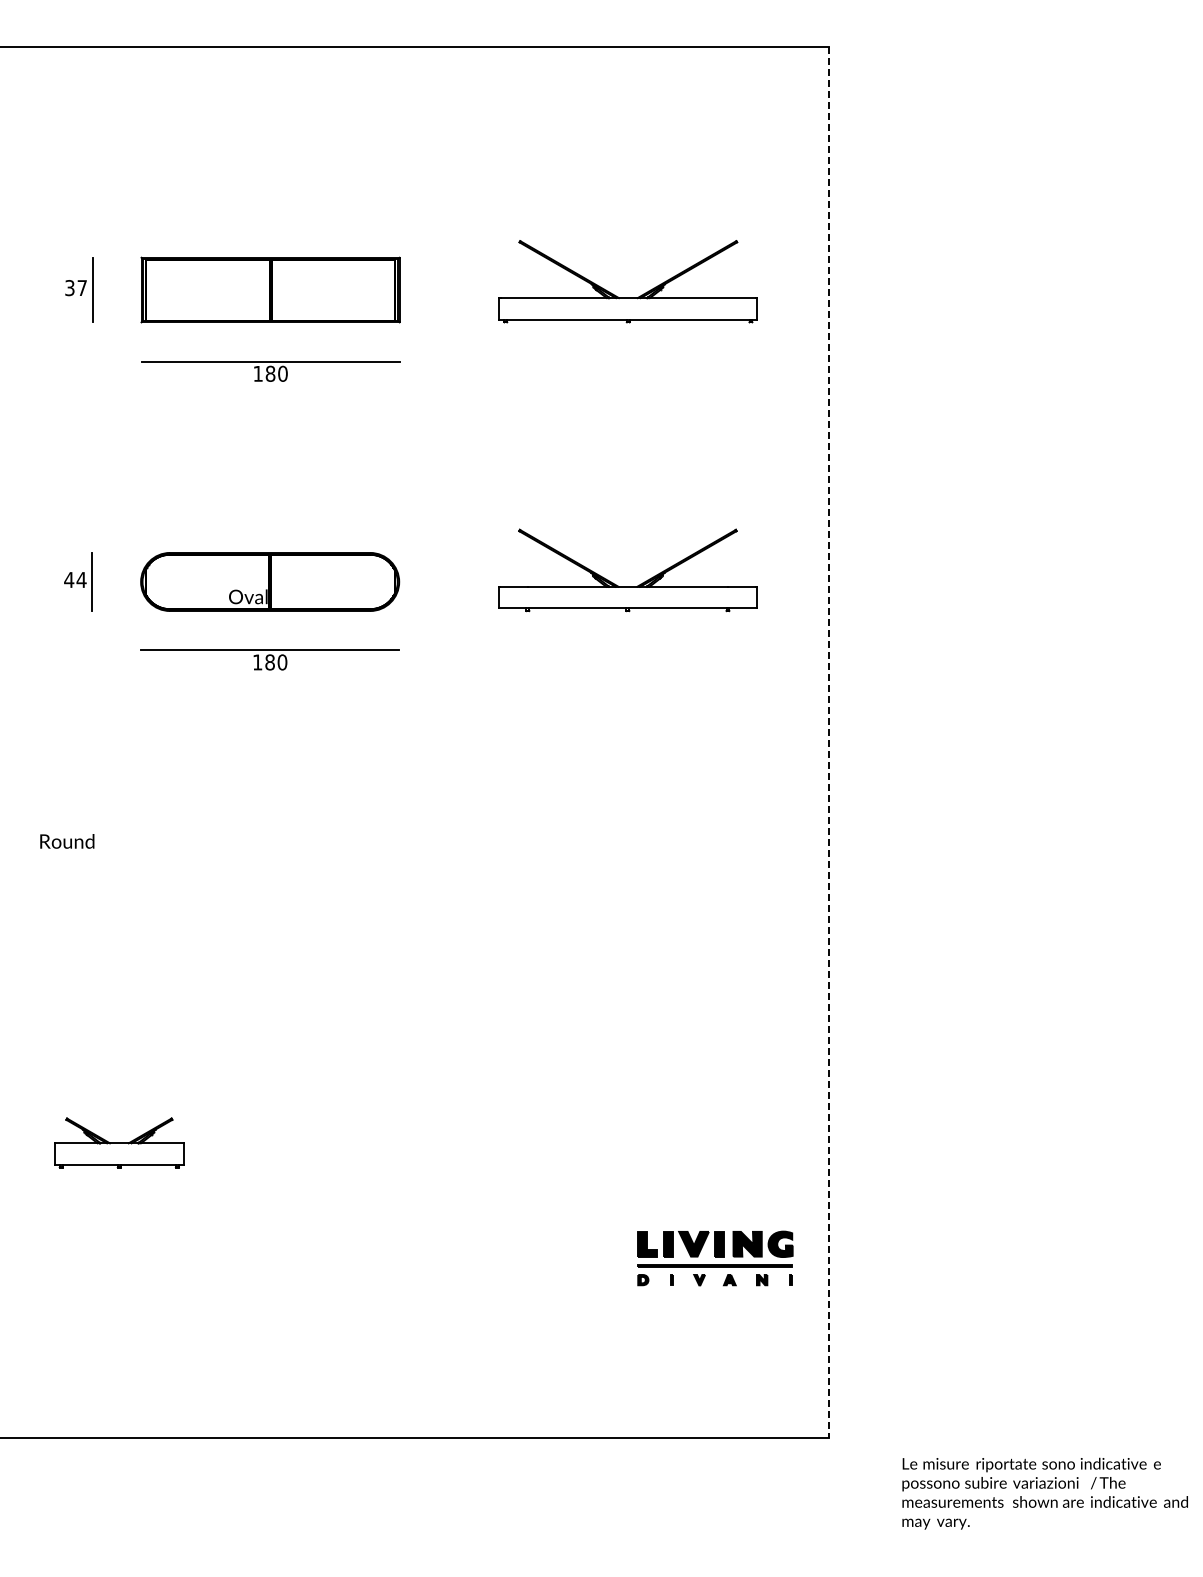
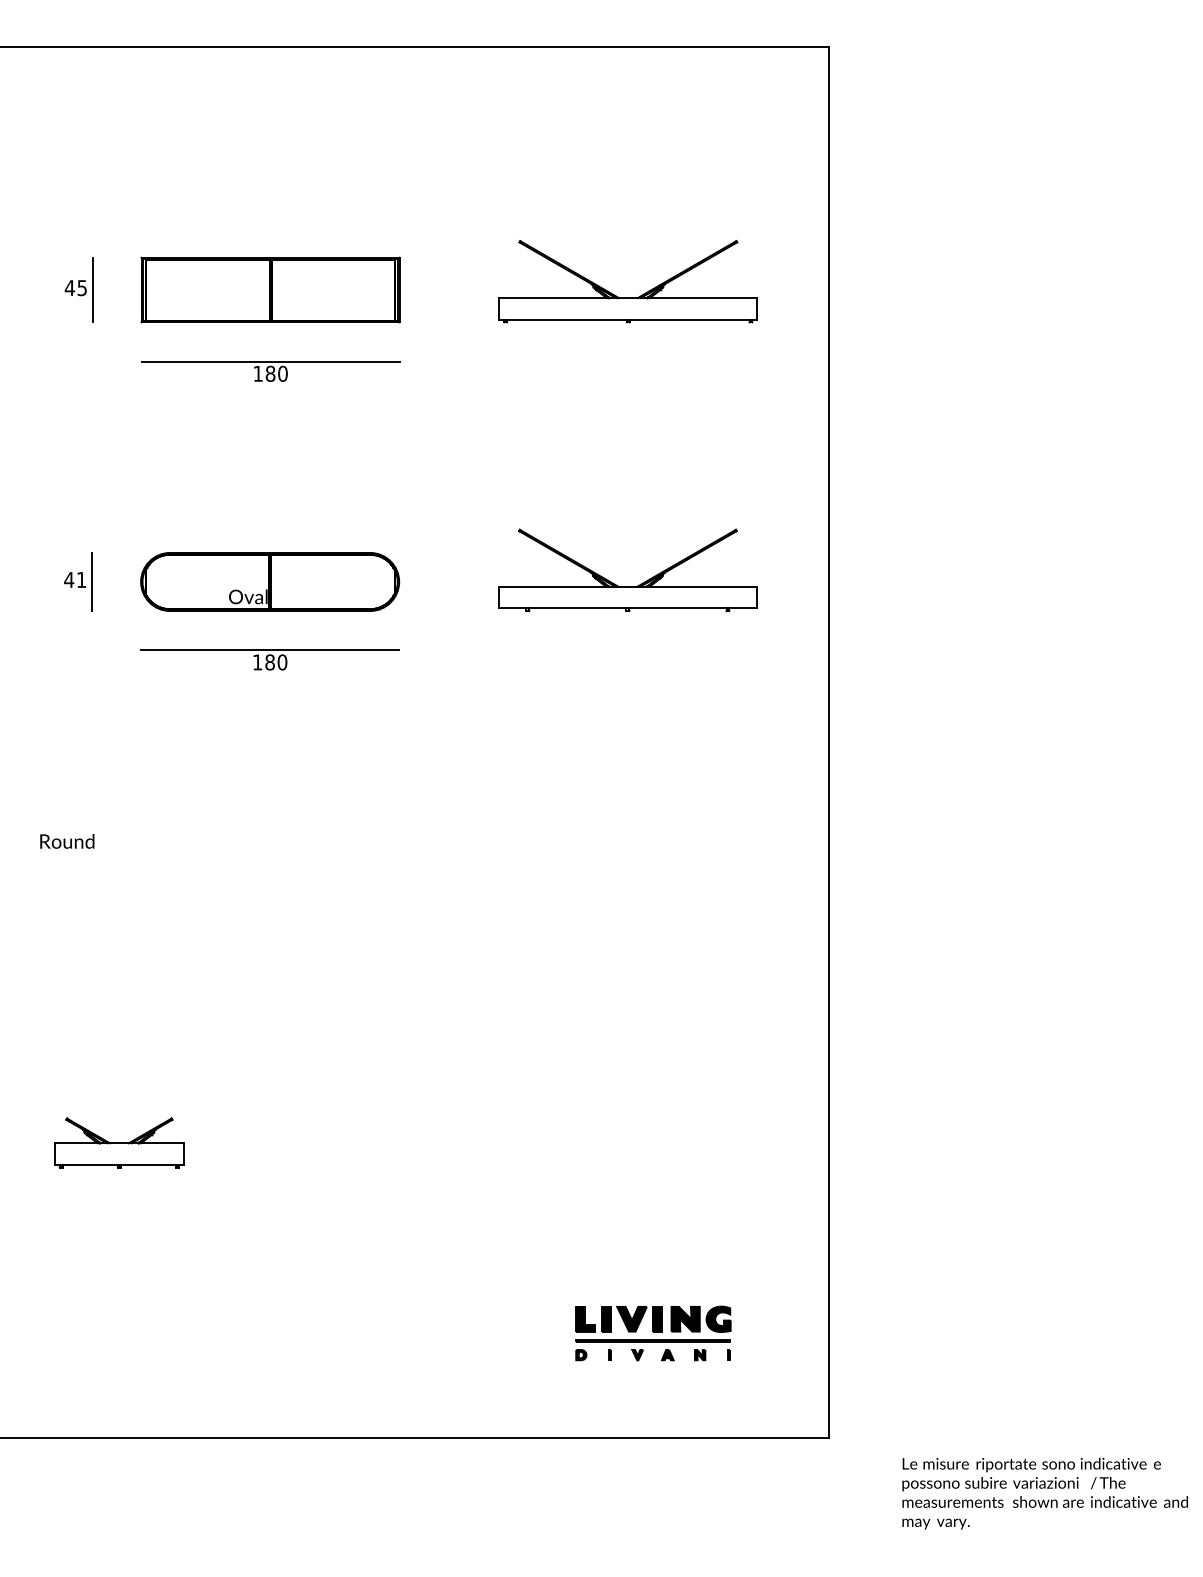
text at (75, 288): 37 -> 45
text at (81, 579): 44 -> 41
line at (828, 743): dashed -> solid
part at (715, 1258) position: (715, 1258) -> (653, 1333)
